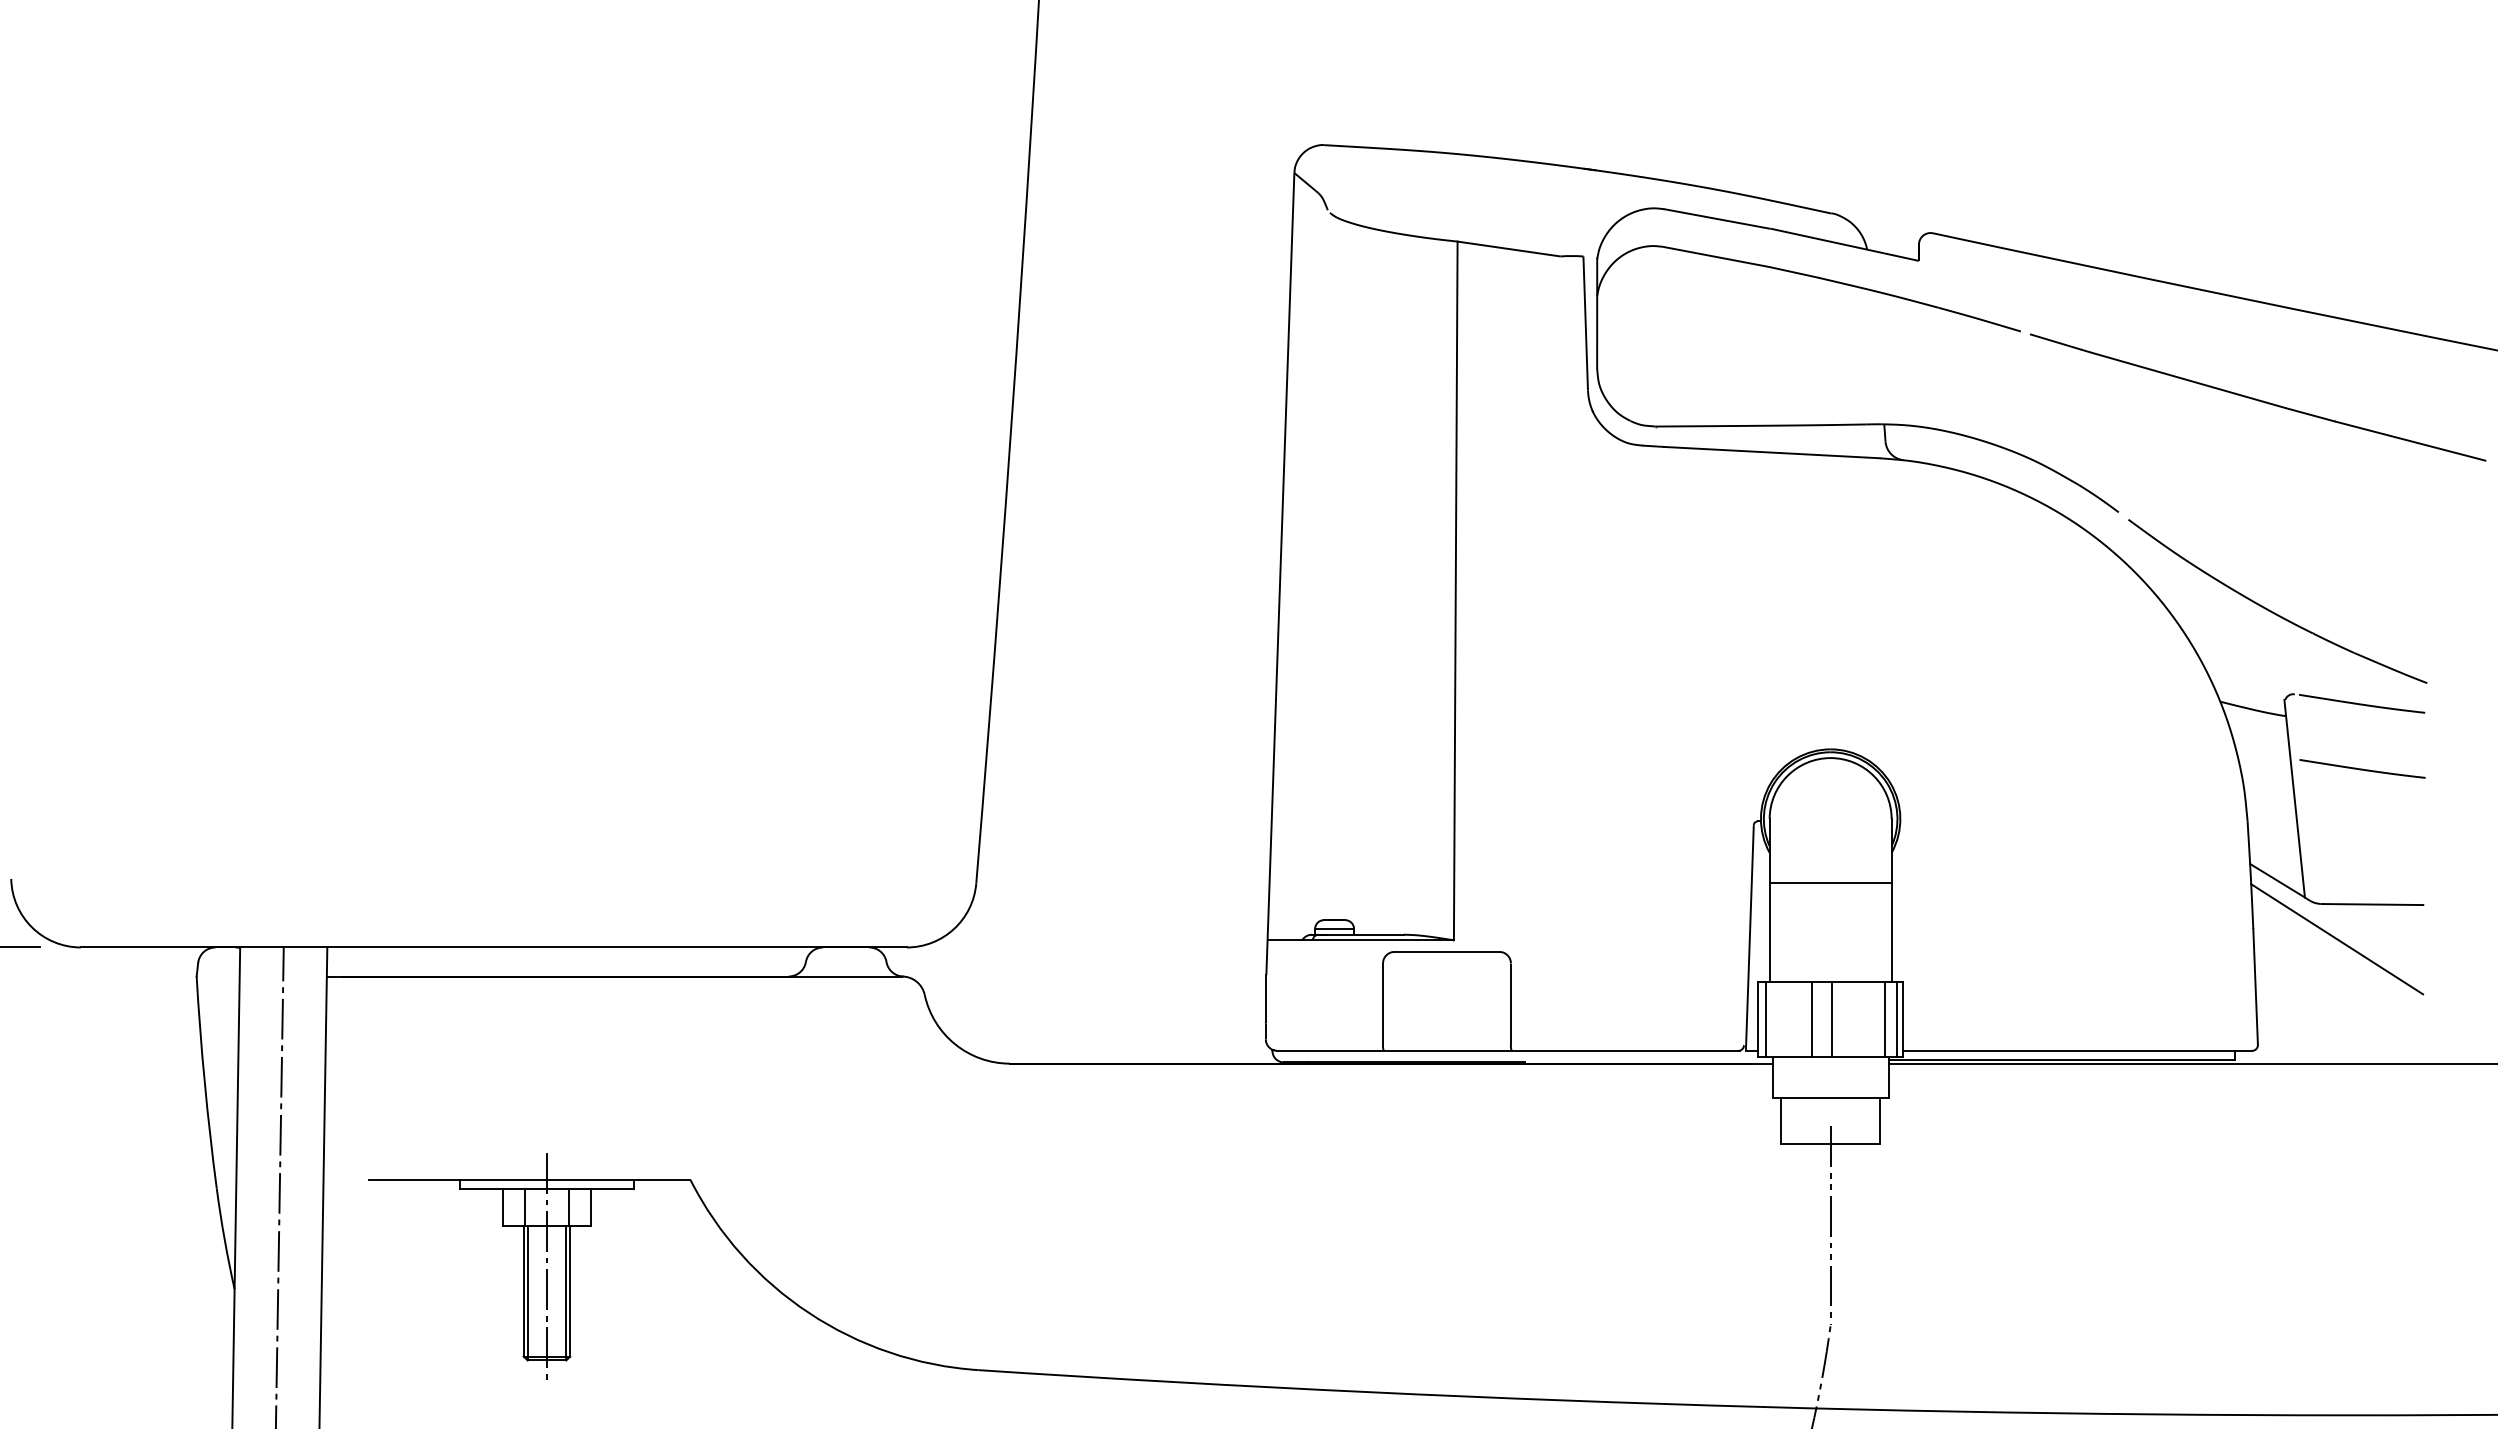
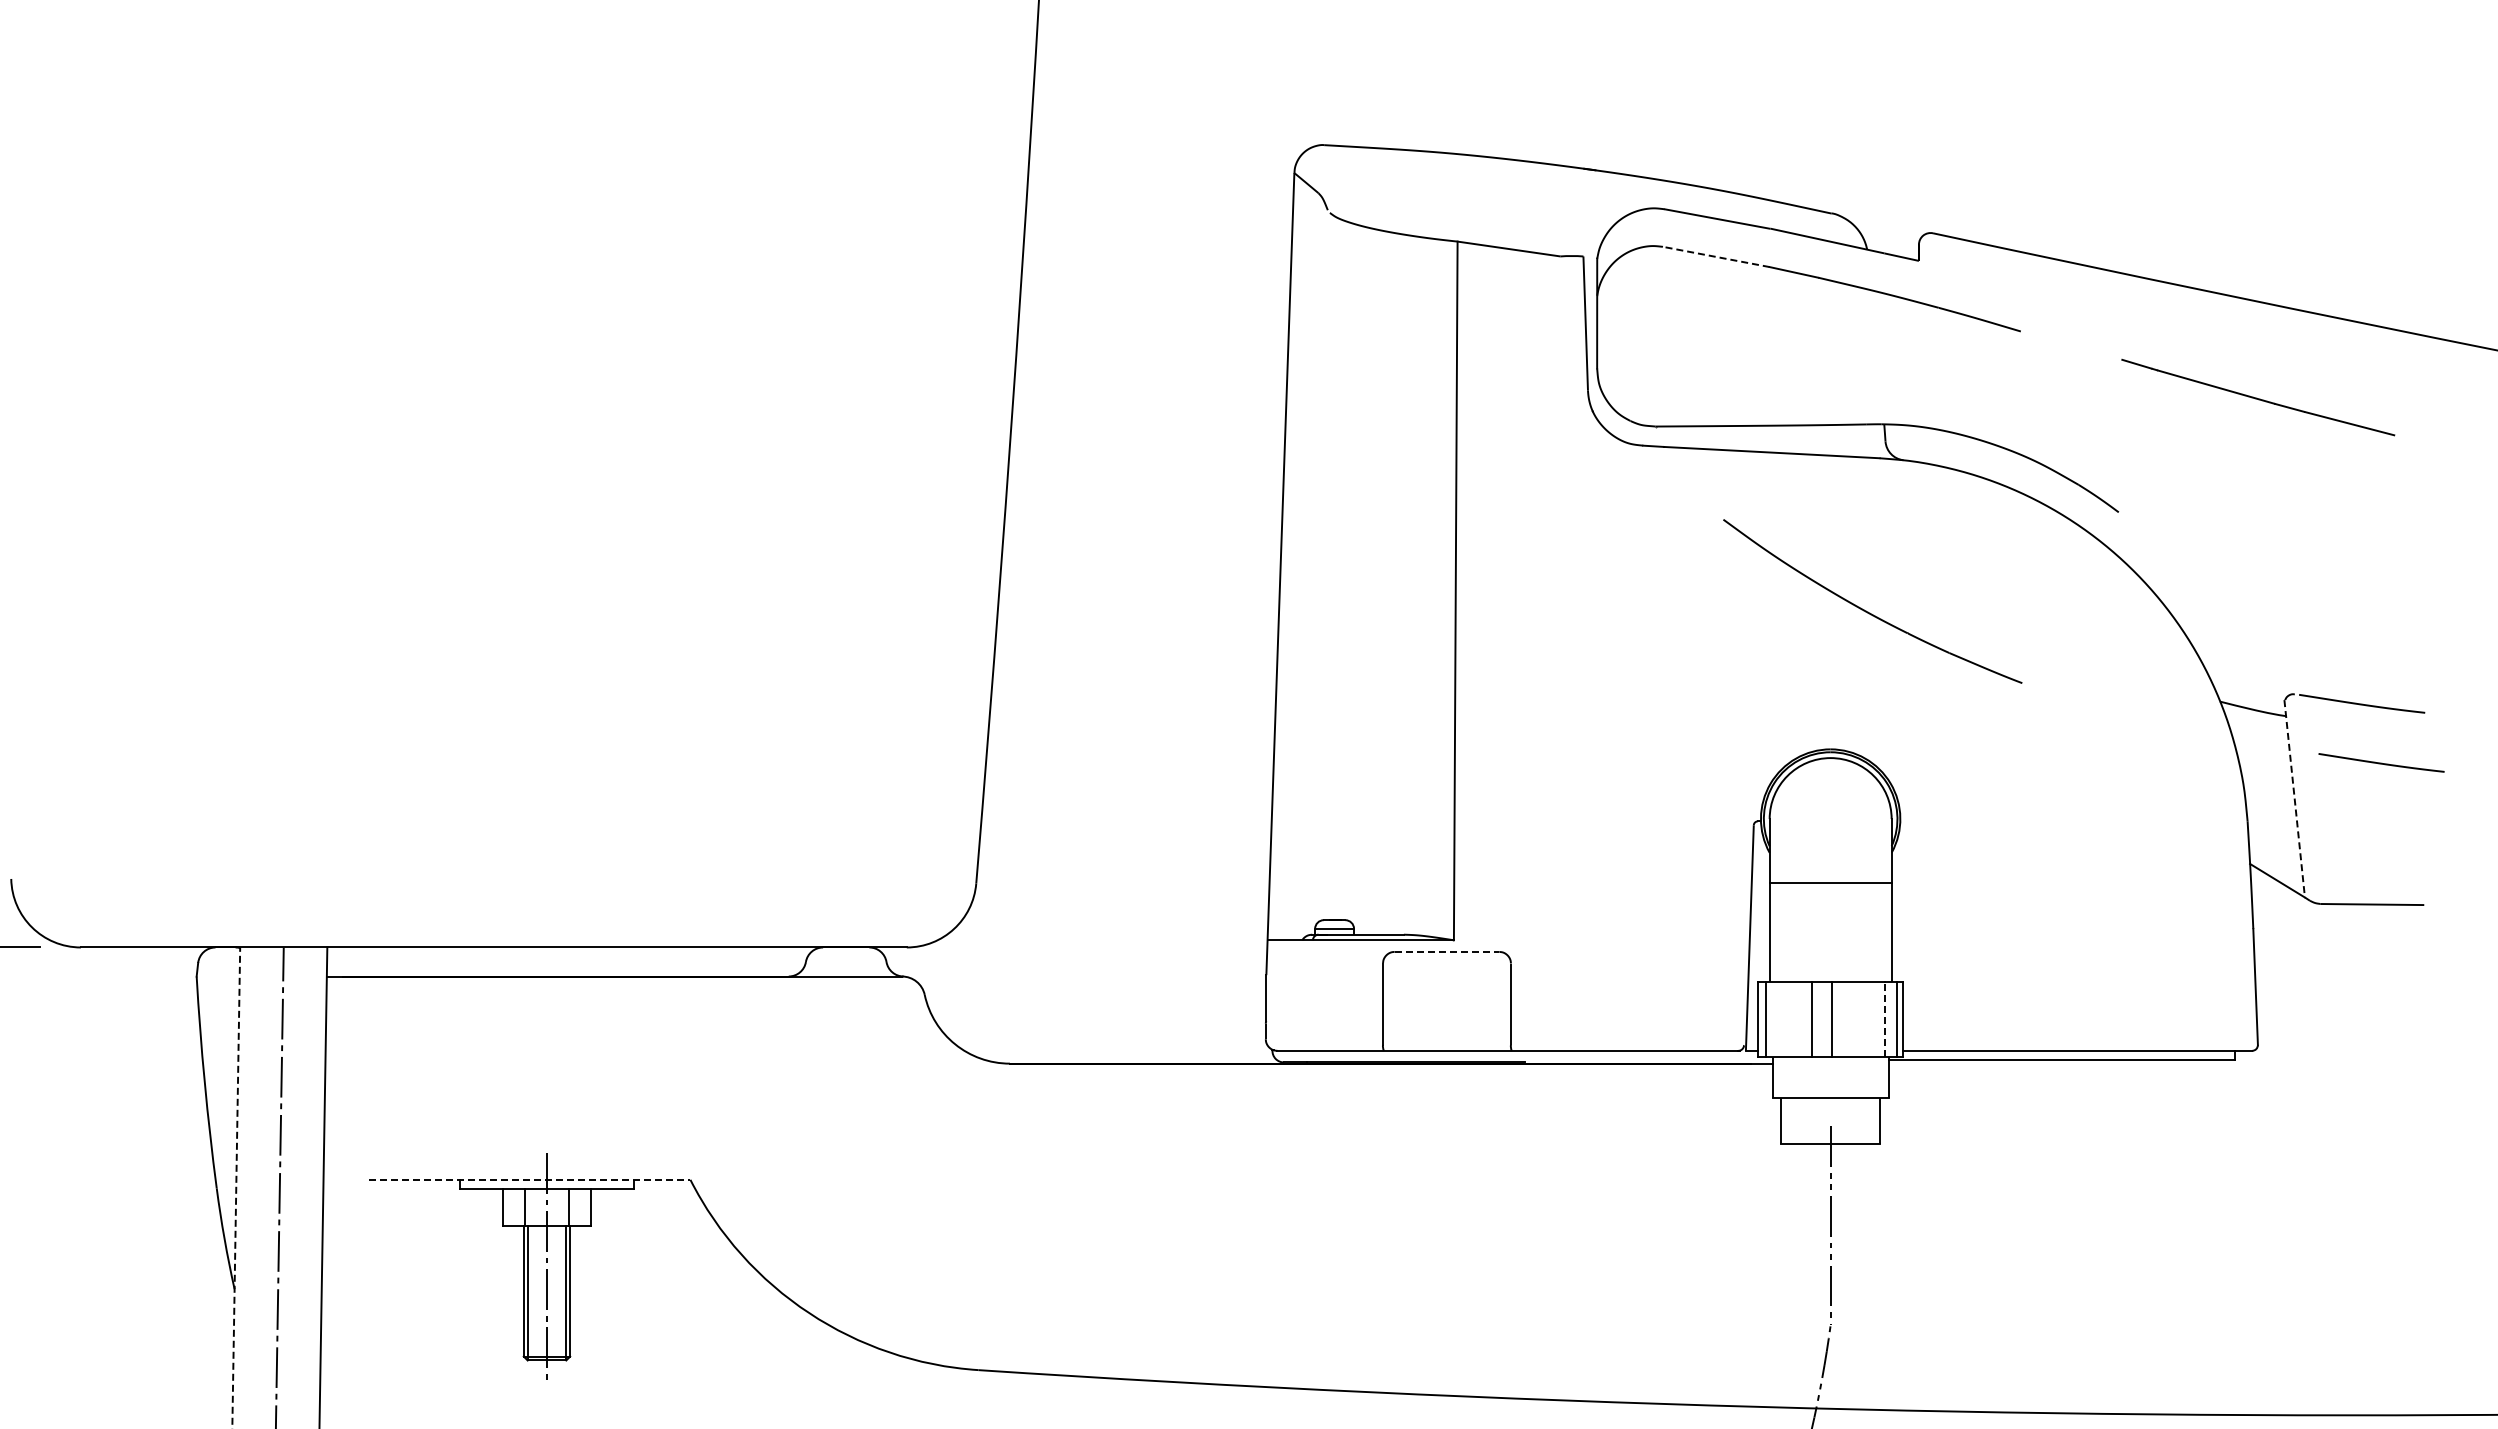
line at (1715, 256): solid -> dashed
part at (2258, 397) size: 457x129 px -> 275x78 px
part at (2273, 611) position: (2273, 611) -> (1868, 611)
curve at (2362, 768) position: (2362, 768) -> (2381, 762)
line at (2294, 799): solid -> dashed
line at (2337, 939): present -> none
line at (1447, 951): solid -> dashed
line at (1884, 1019): solid -> dashed
line at (2191, 1063): present -> none
line at (529, 1179): solid -> dashed
line at (236, 1187): solid -> dashed
